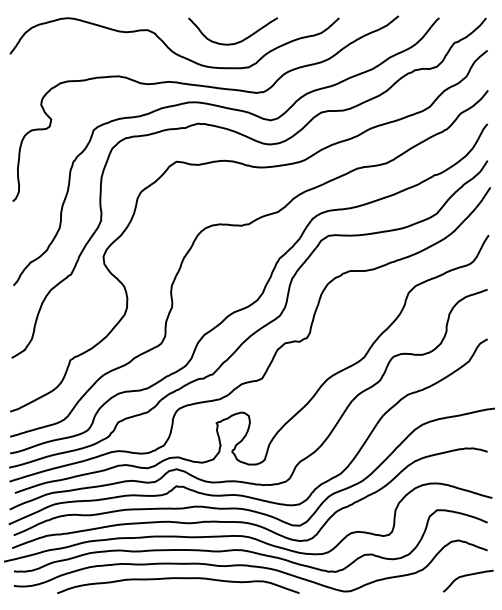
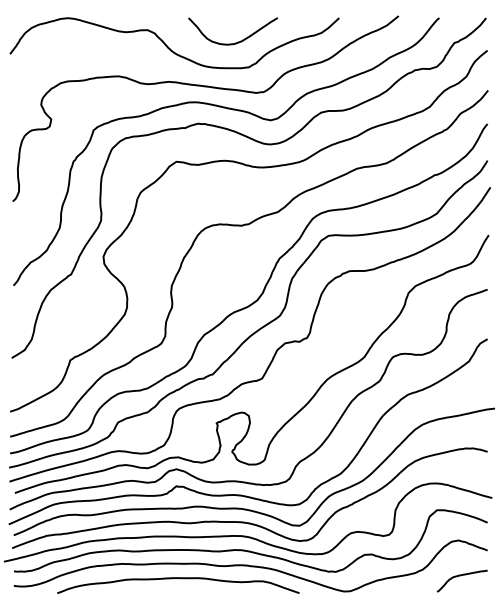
curve at (467, 576) position: (467, 576) -> (461, 576)
